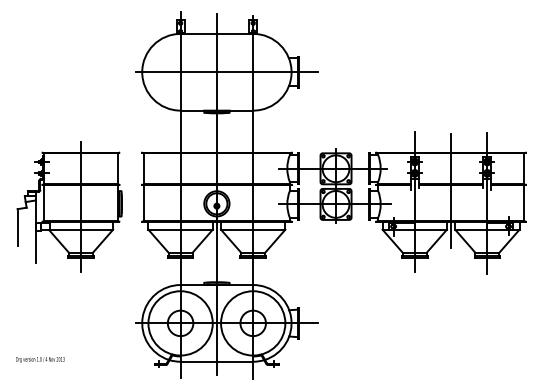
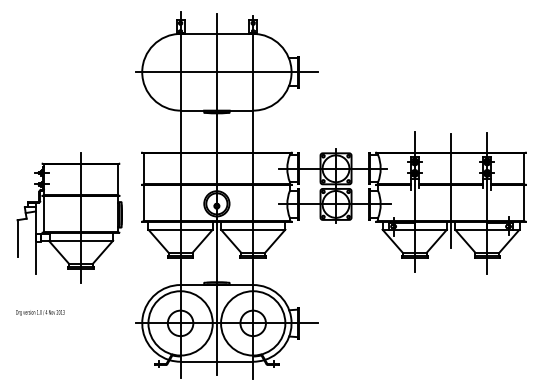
part at (69, 206) position: (69, 206) -> (69, 217)
text at (40, 359) position: (40, 359) -> (40, 312)
